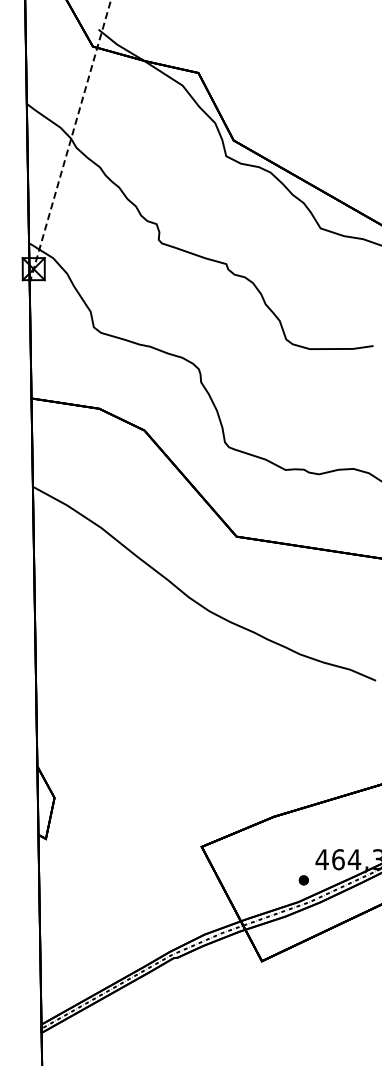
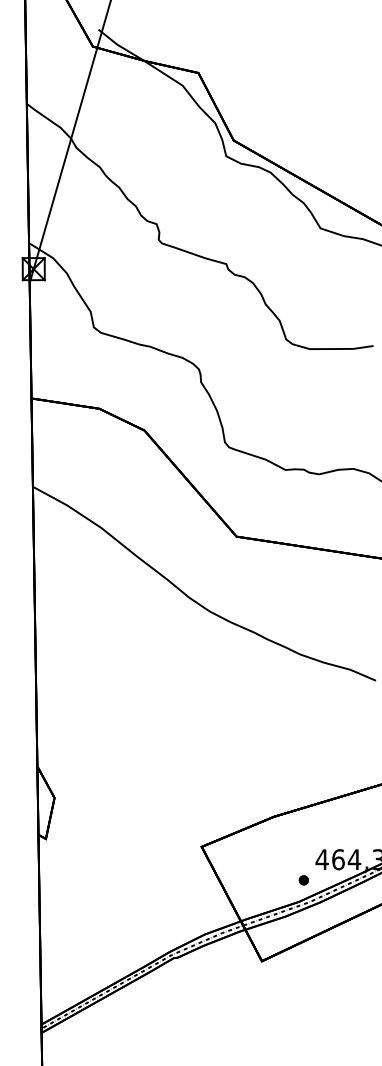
line at (70, 142): dashed -> solid
